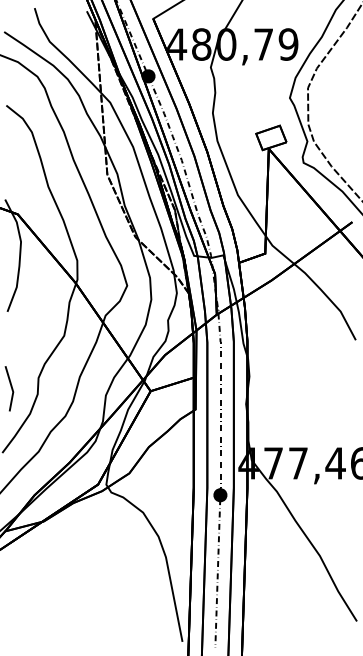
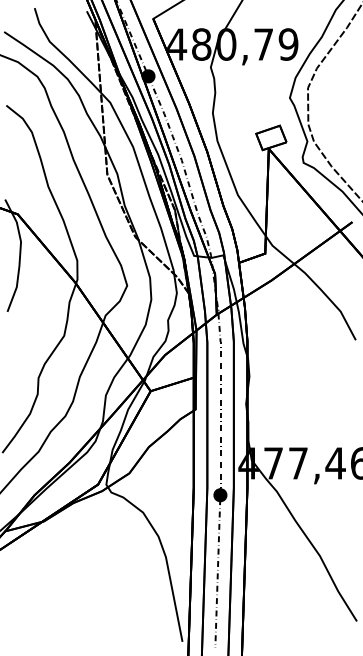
line at (11, 388): present -> none
